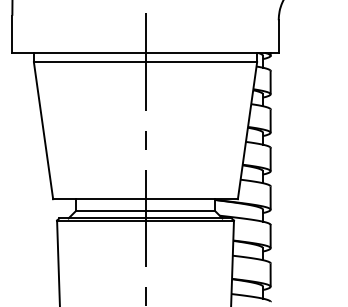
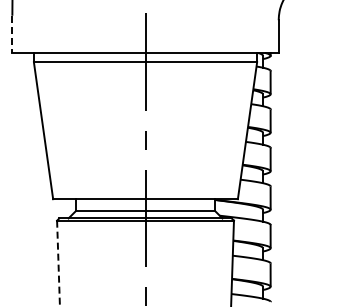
line at (12, 34): solid -> dashed
line at (58, 263): solid -> dashed
